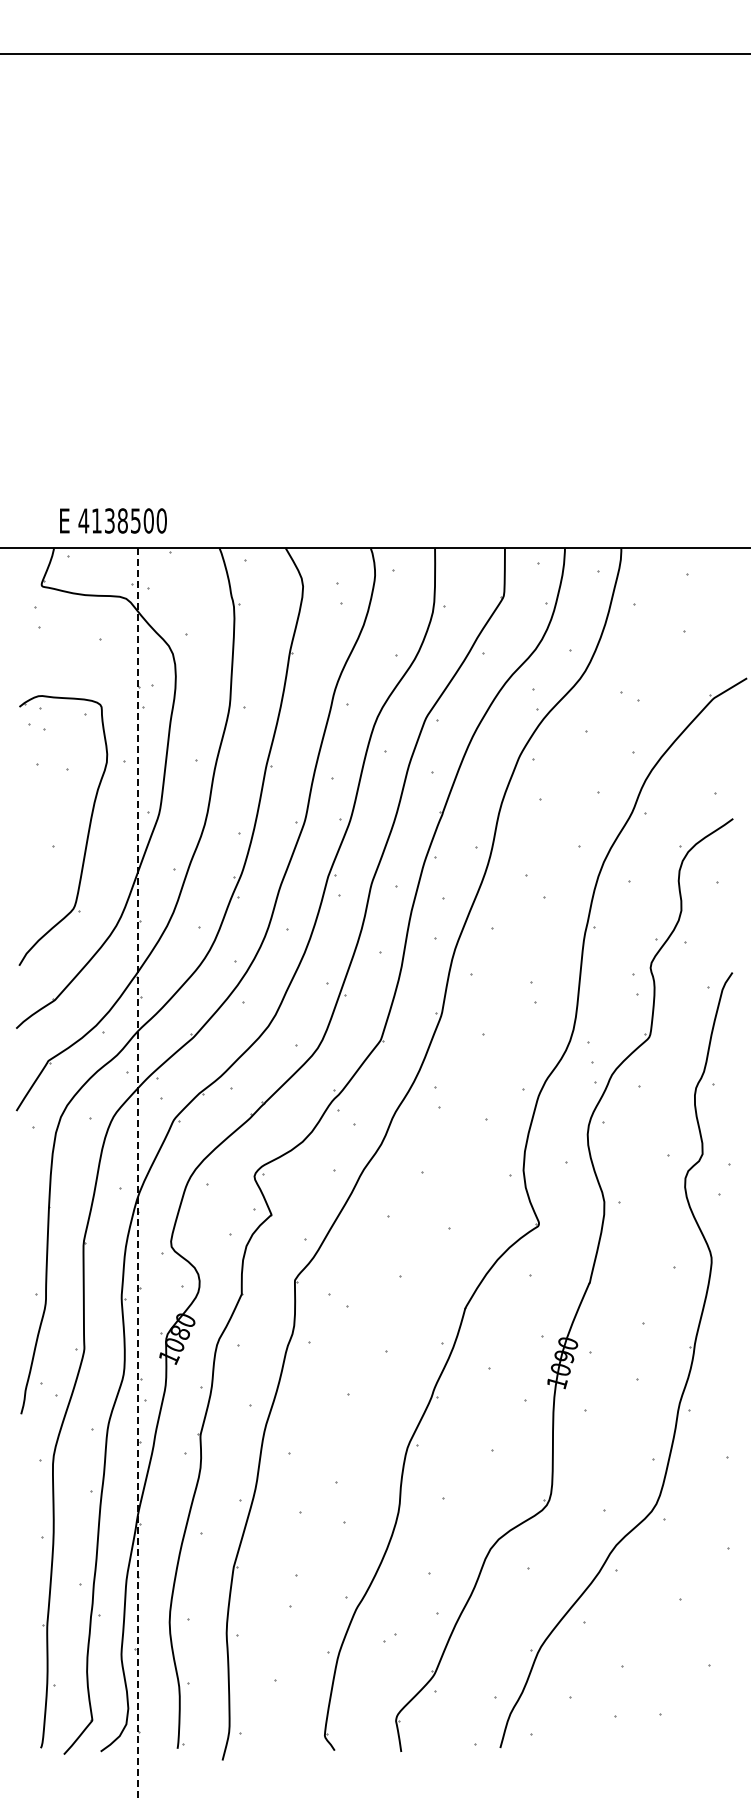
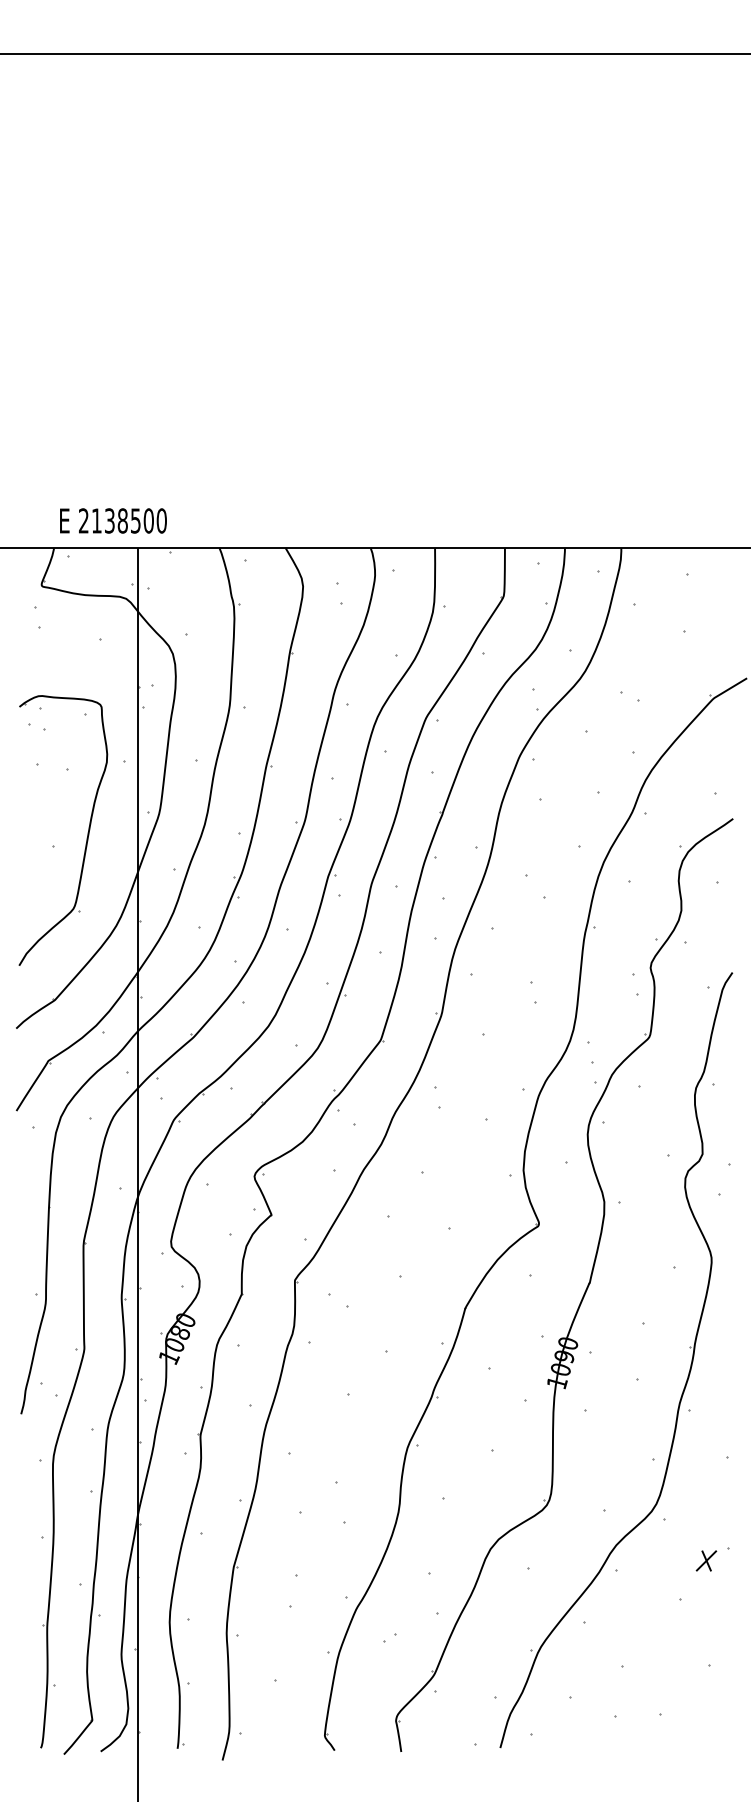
text at (83, 520): 4138500 -> 2138500
line at (138, 1175): dashed -> solid
part at (706, 1560): none -> present
